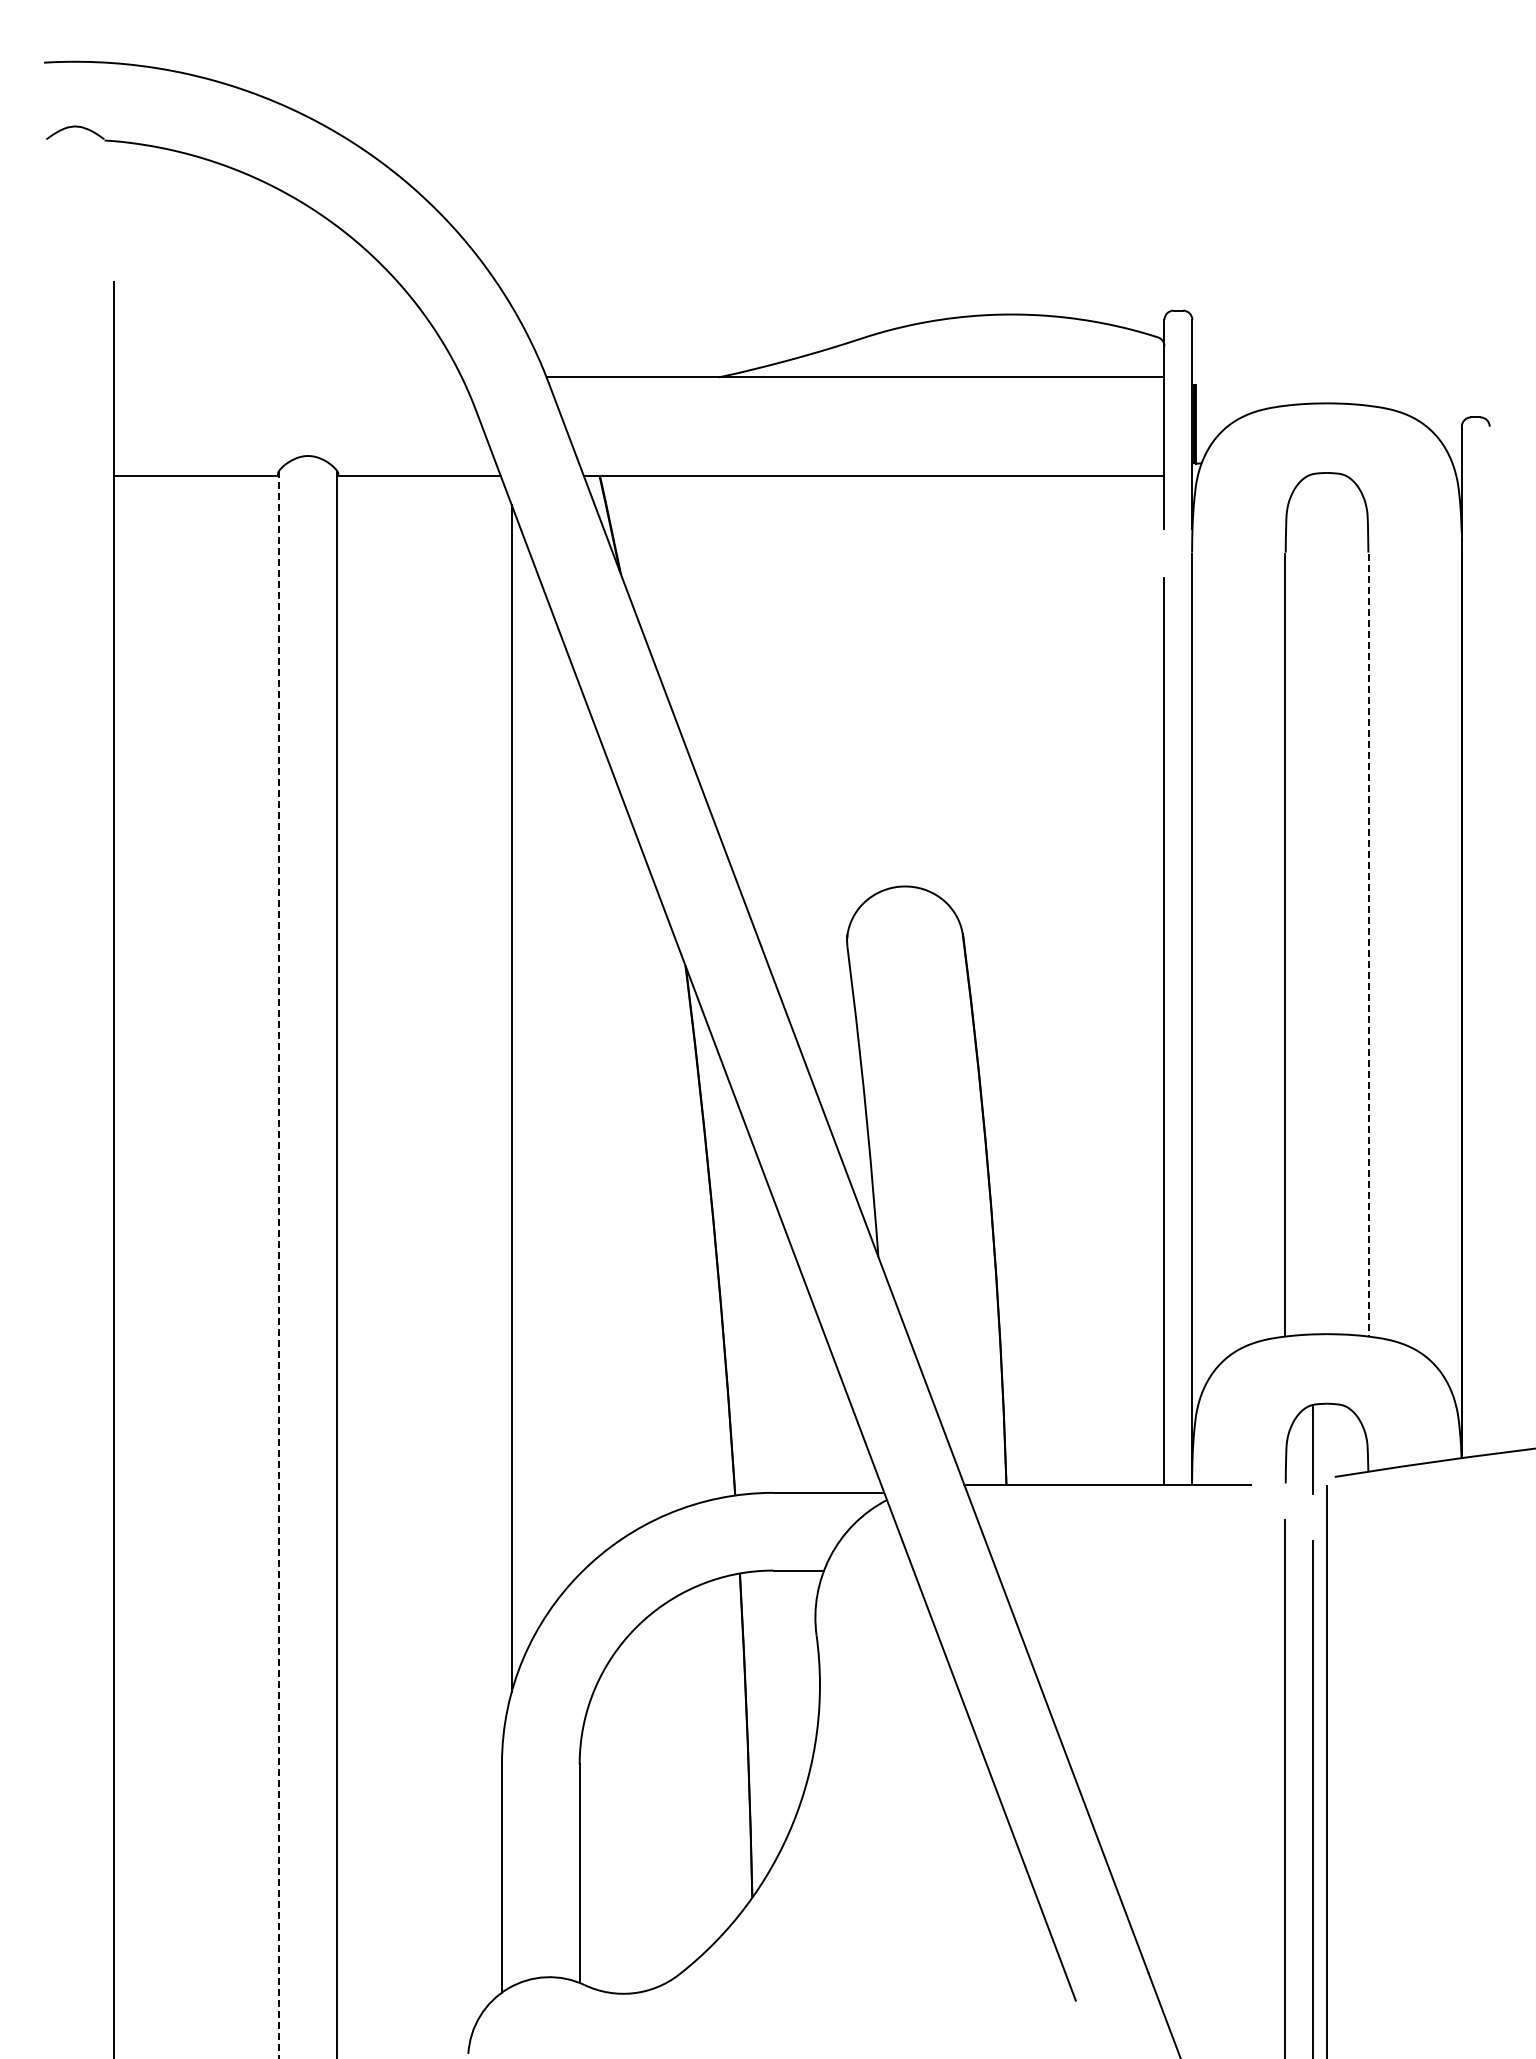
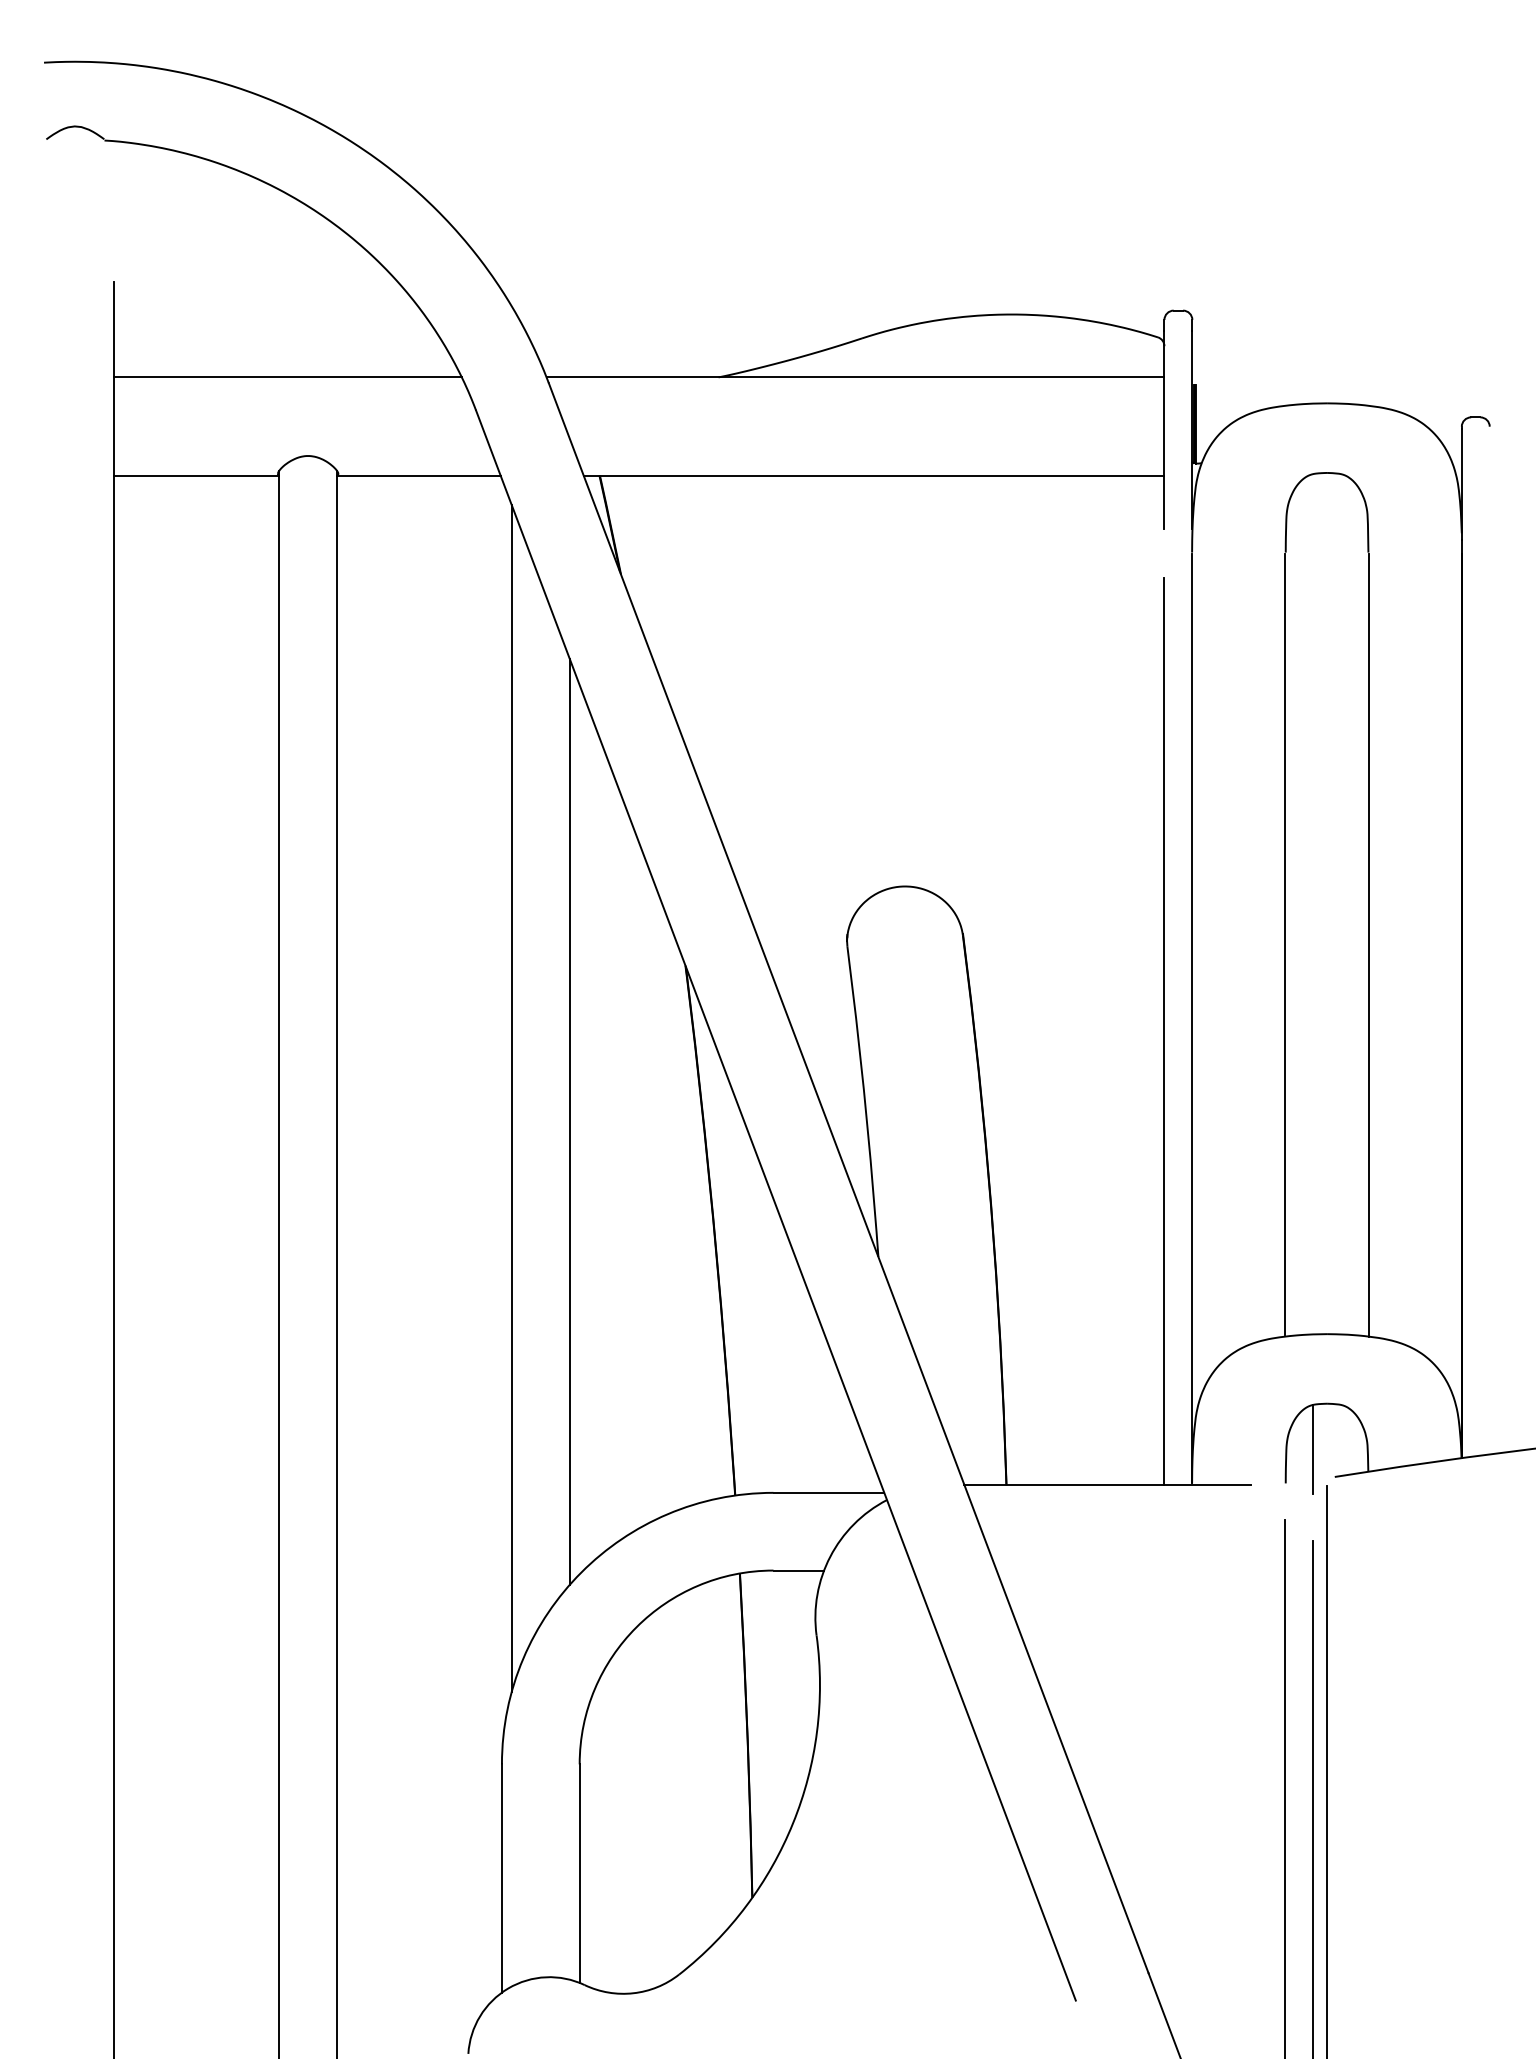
line at (287, 377): none -> present
line at (1368, 945): dashed -> solid
line at (569, 1121): none -> present
line at (279, 1264): dashed -> solid
